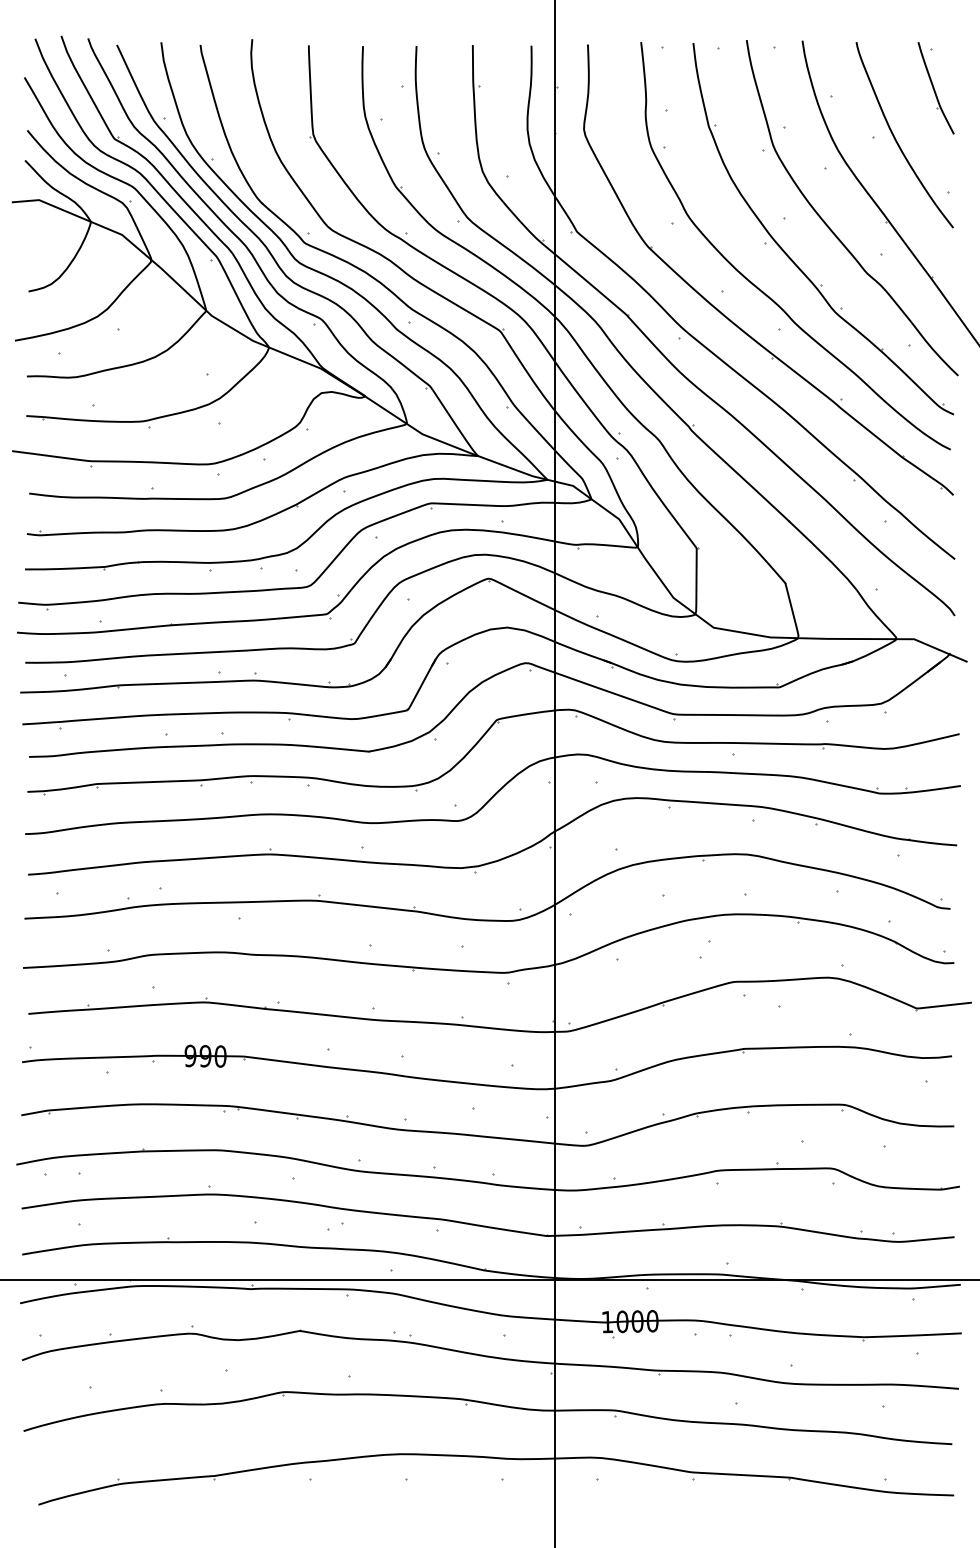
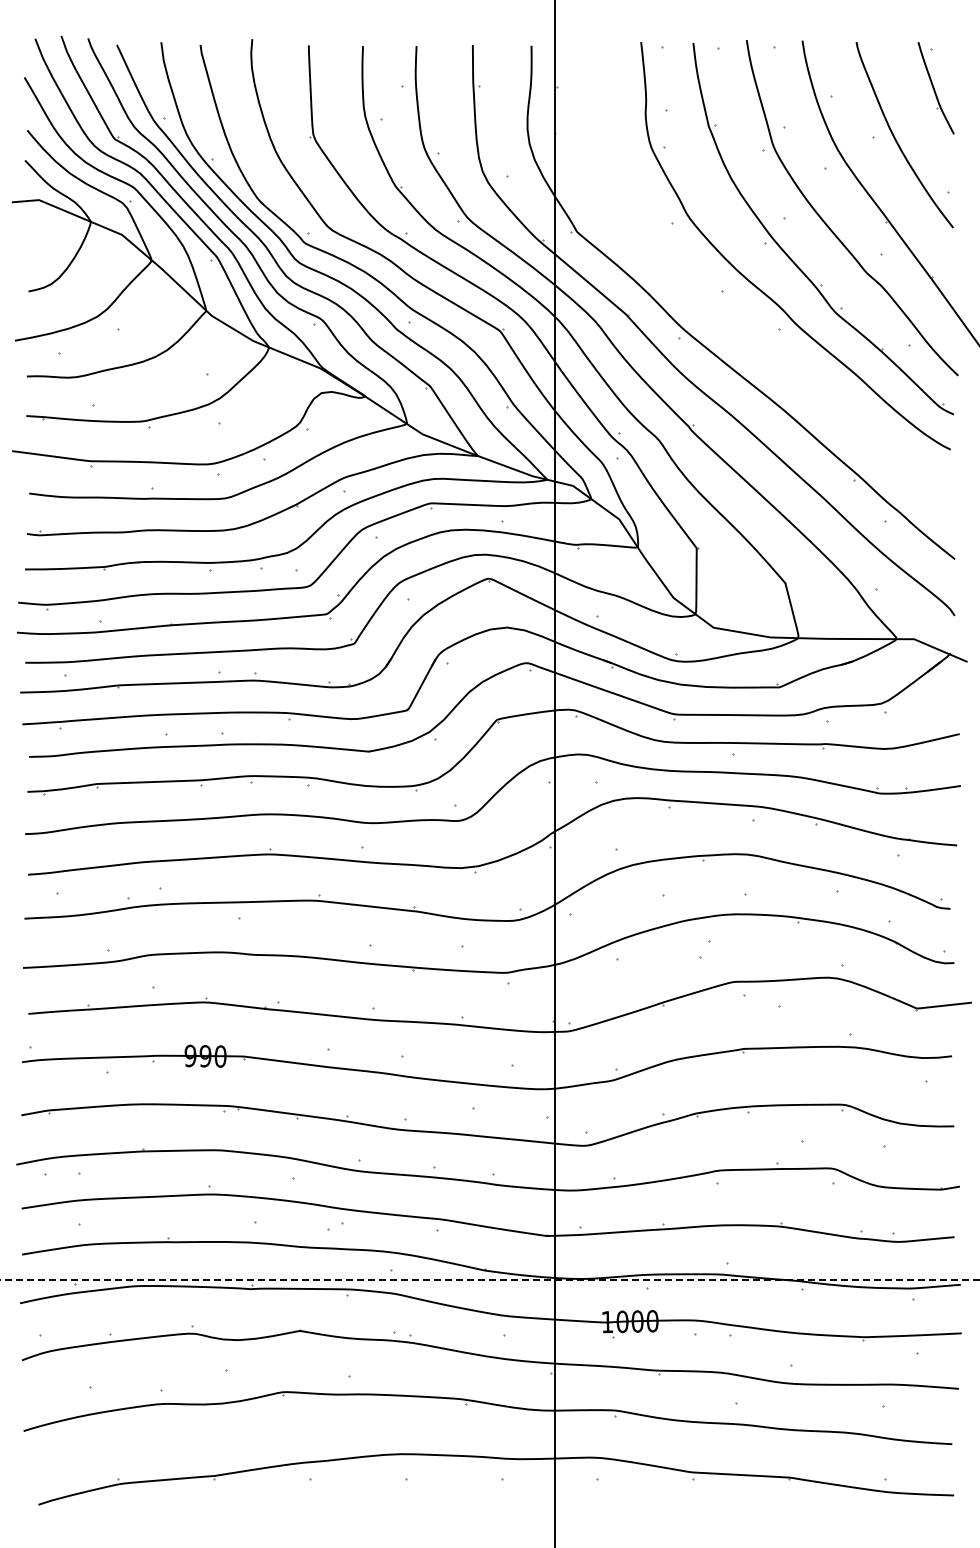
part at (728, 317): present -> none
line at (490, 1280): solid -> dashed
